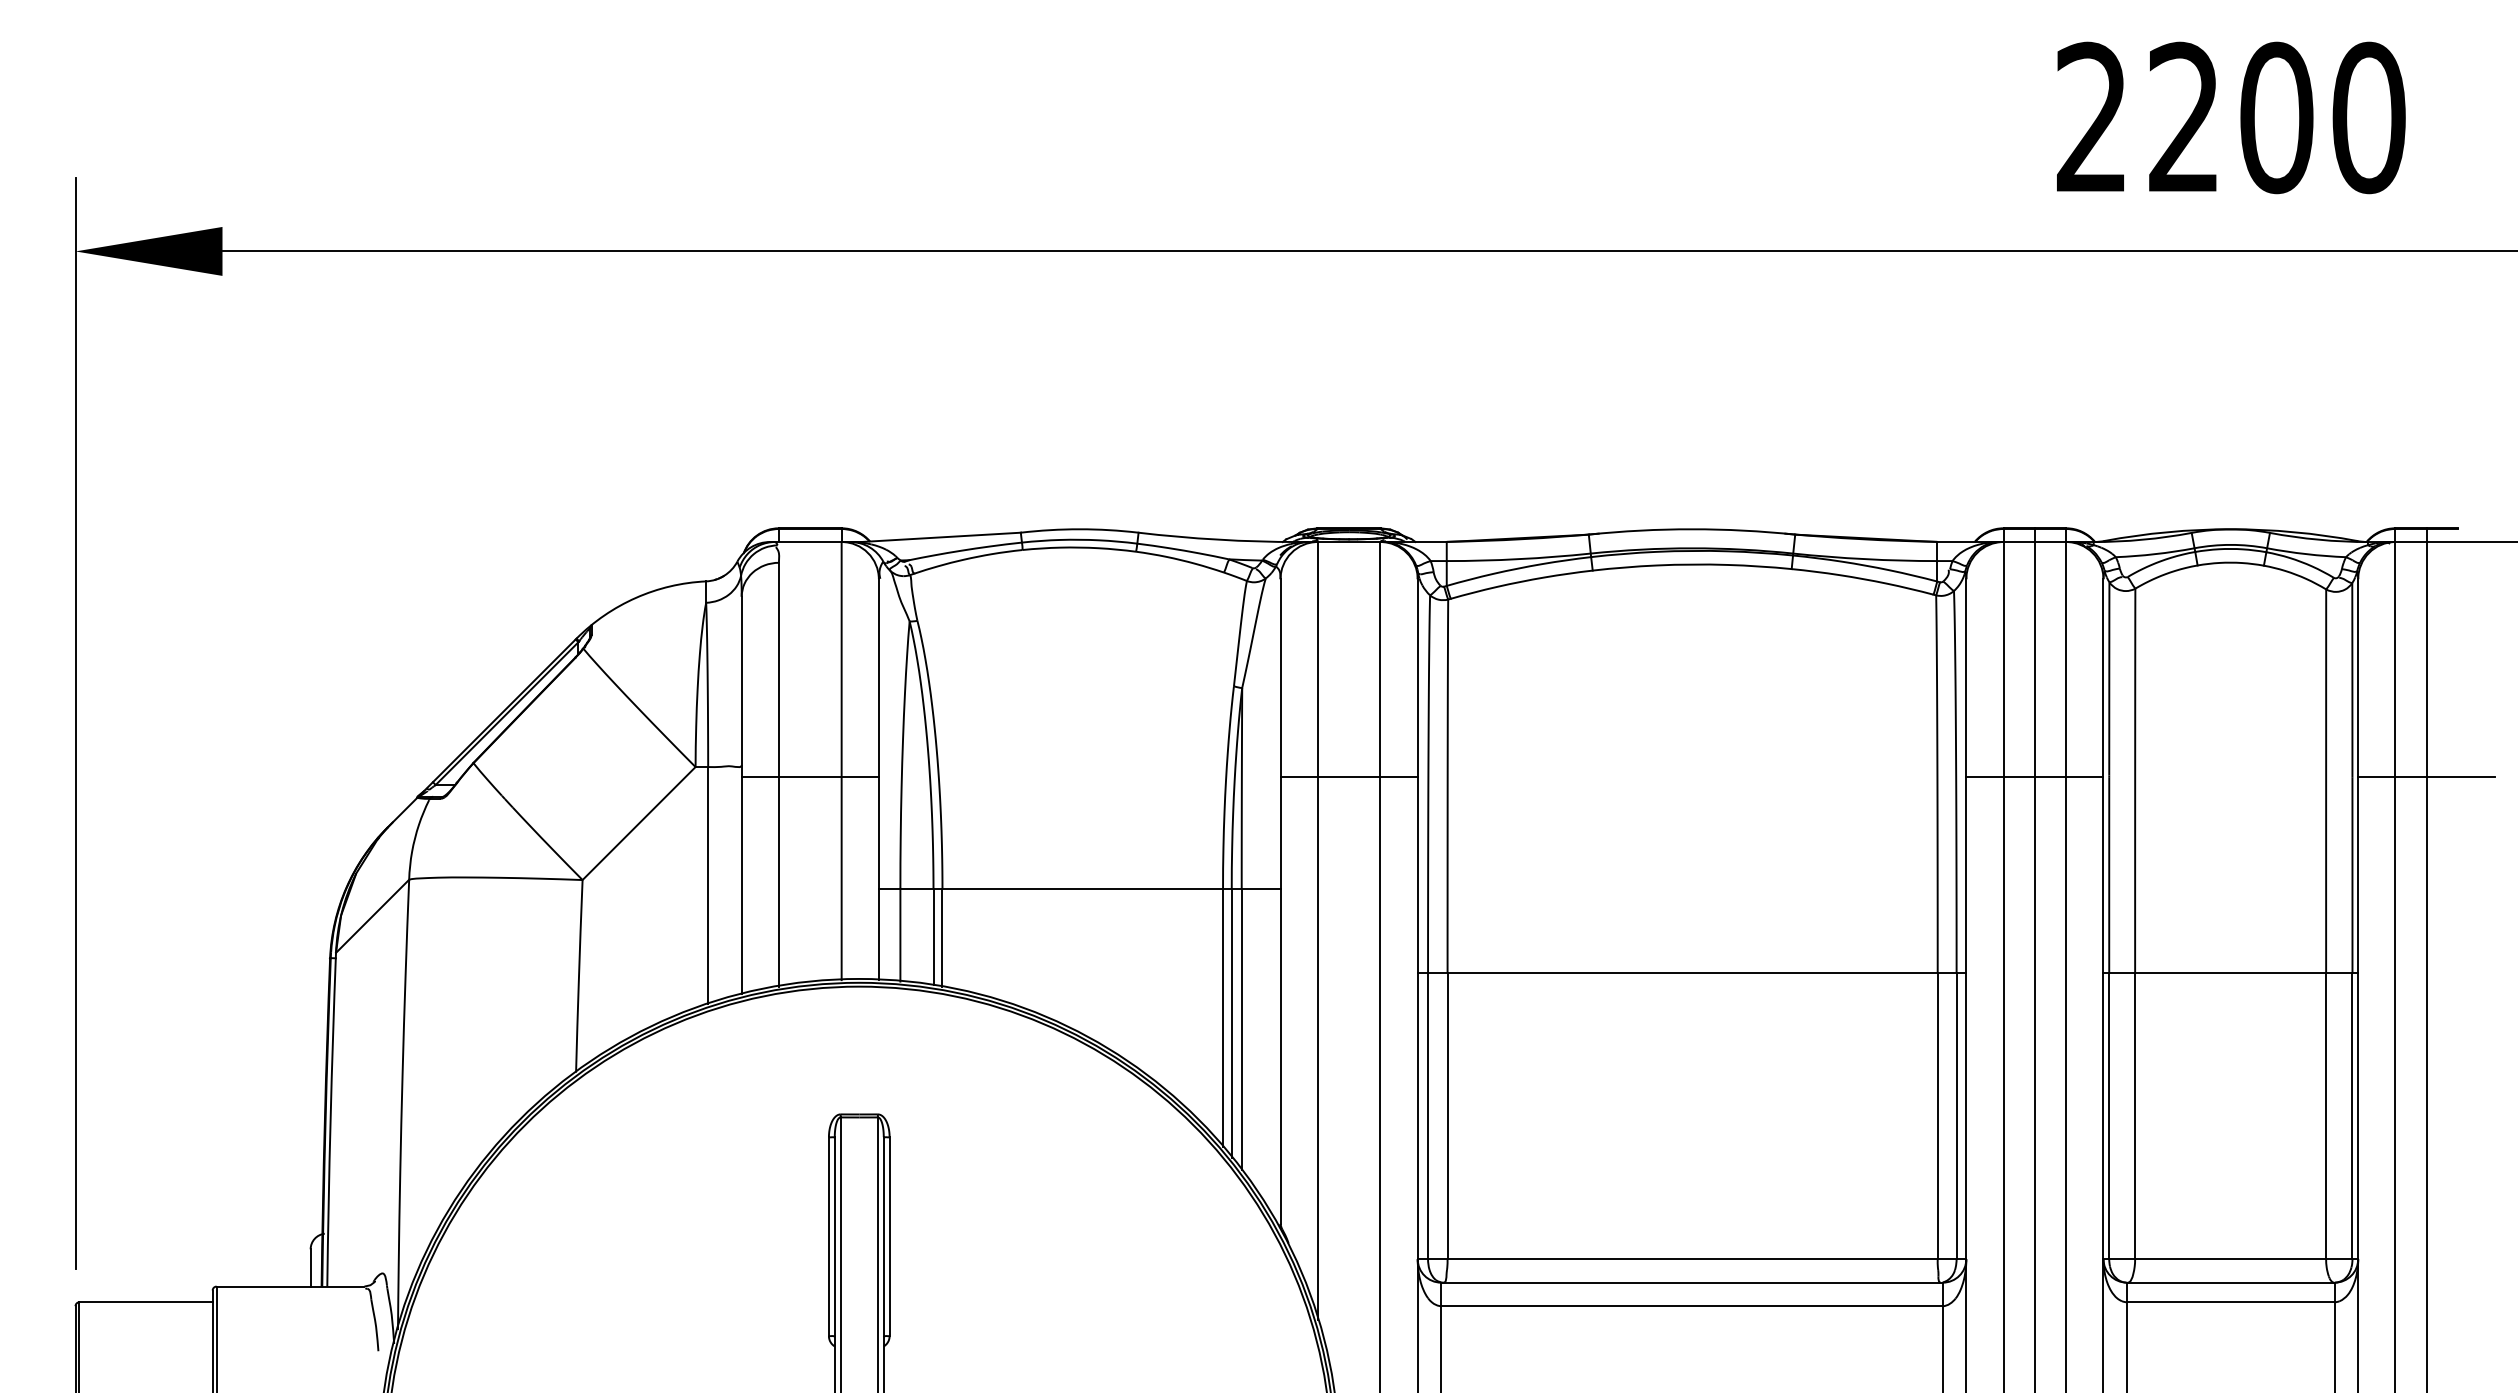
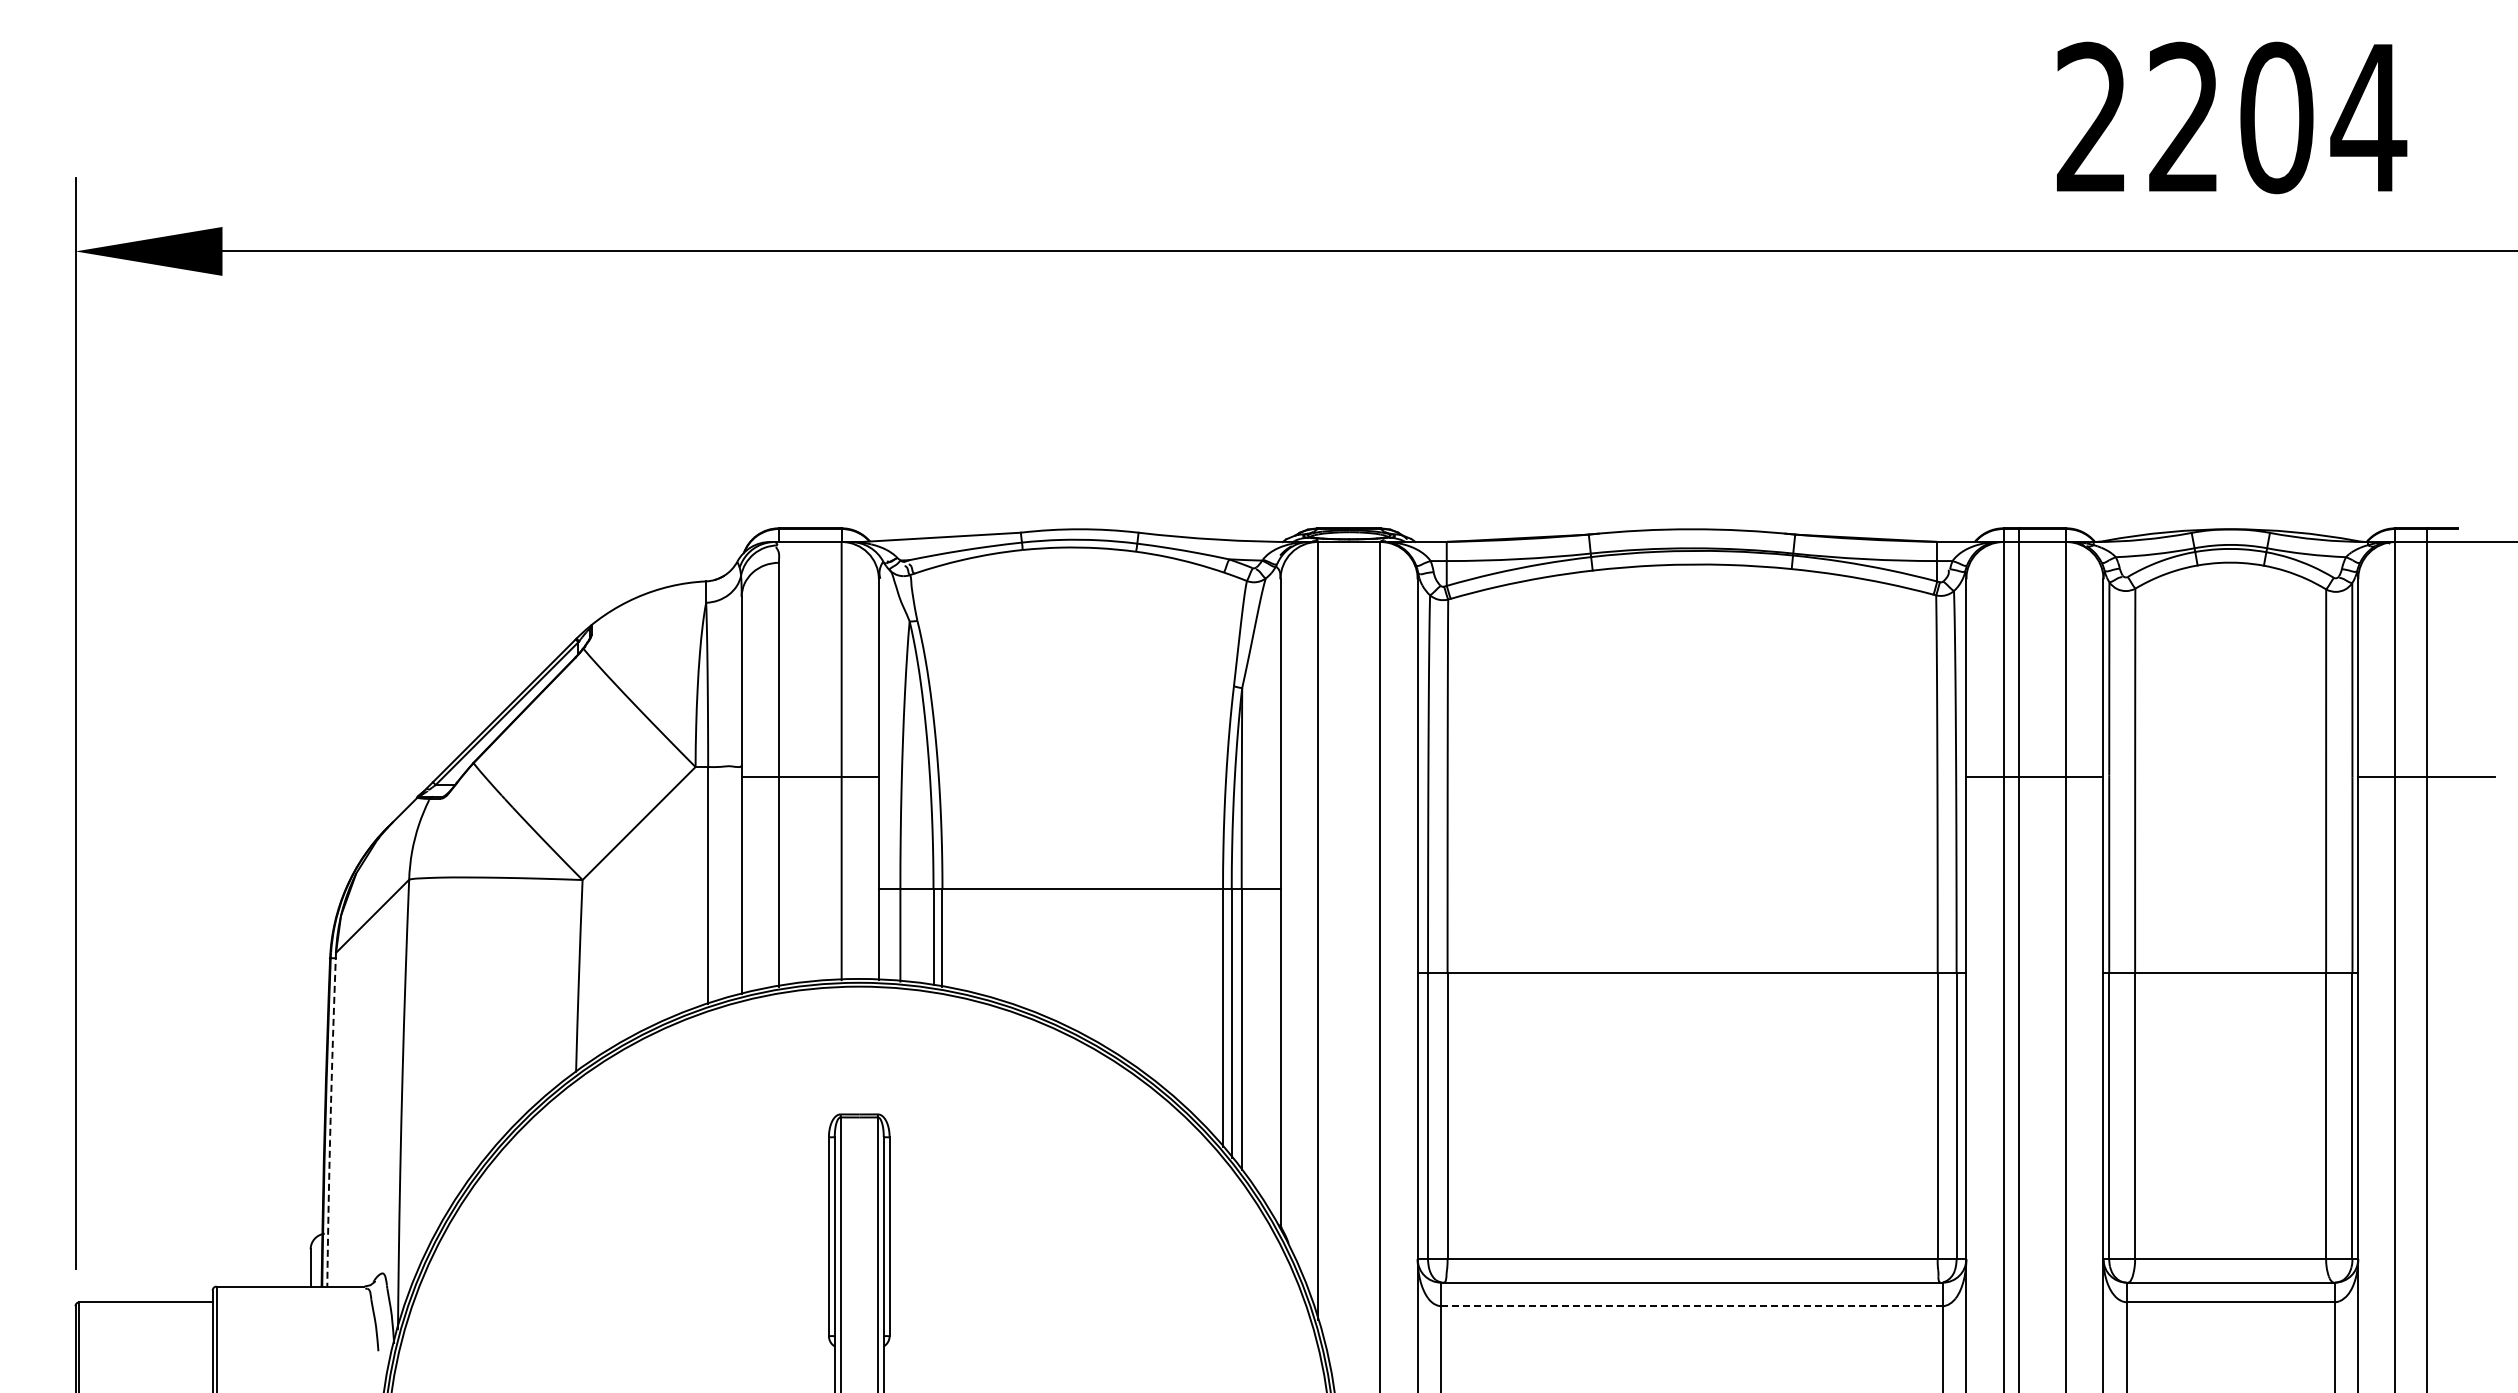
text at (2368, 117): 2200 -> 2204
line at (1348, 777): present -> none
line at (2034, 958) position: (2034, 958) -> (2018, 958)
arc at (330, 1119): solid -> dashed
line at (1692, 1306): solid -> dashed
